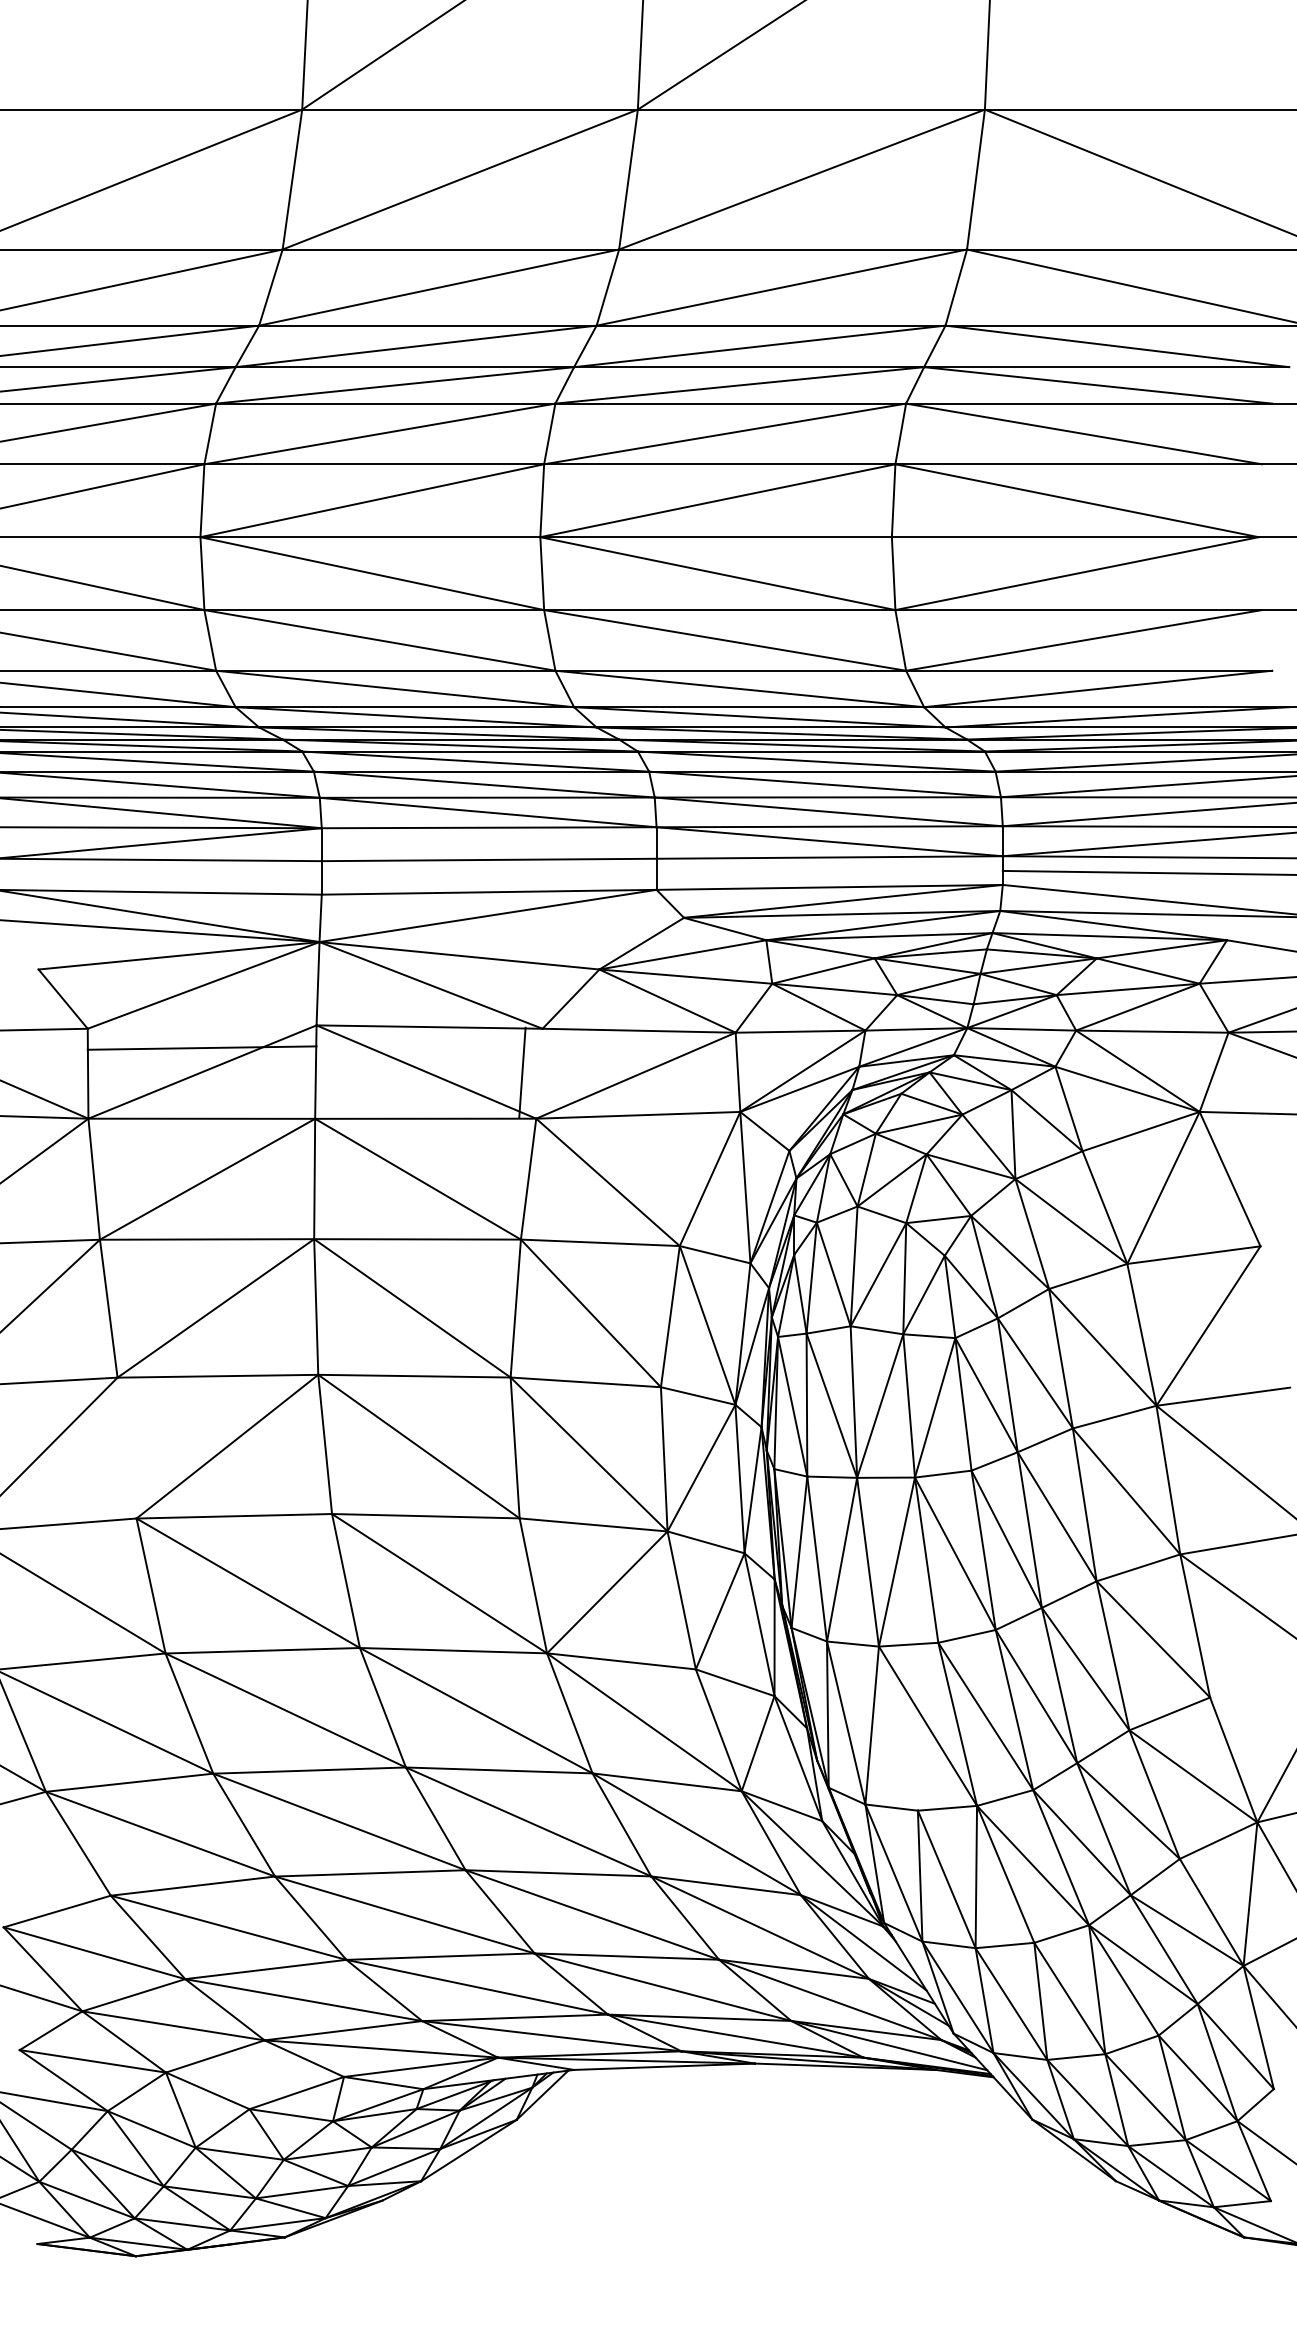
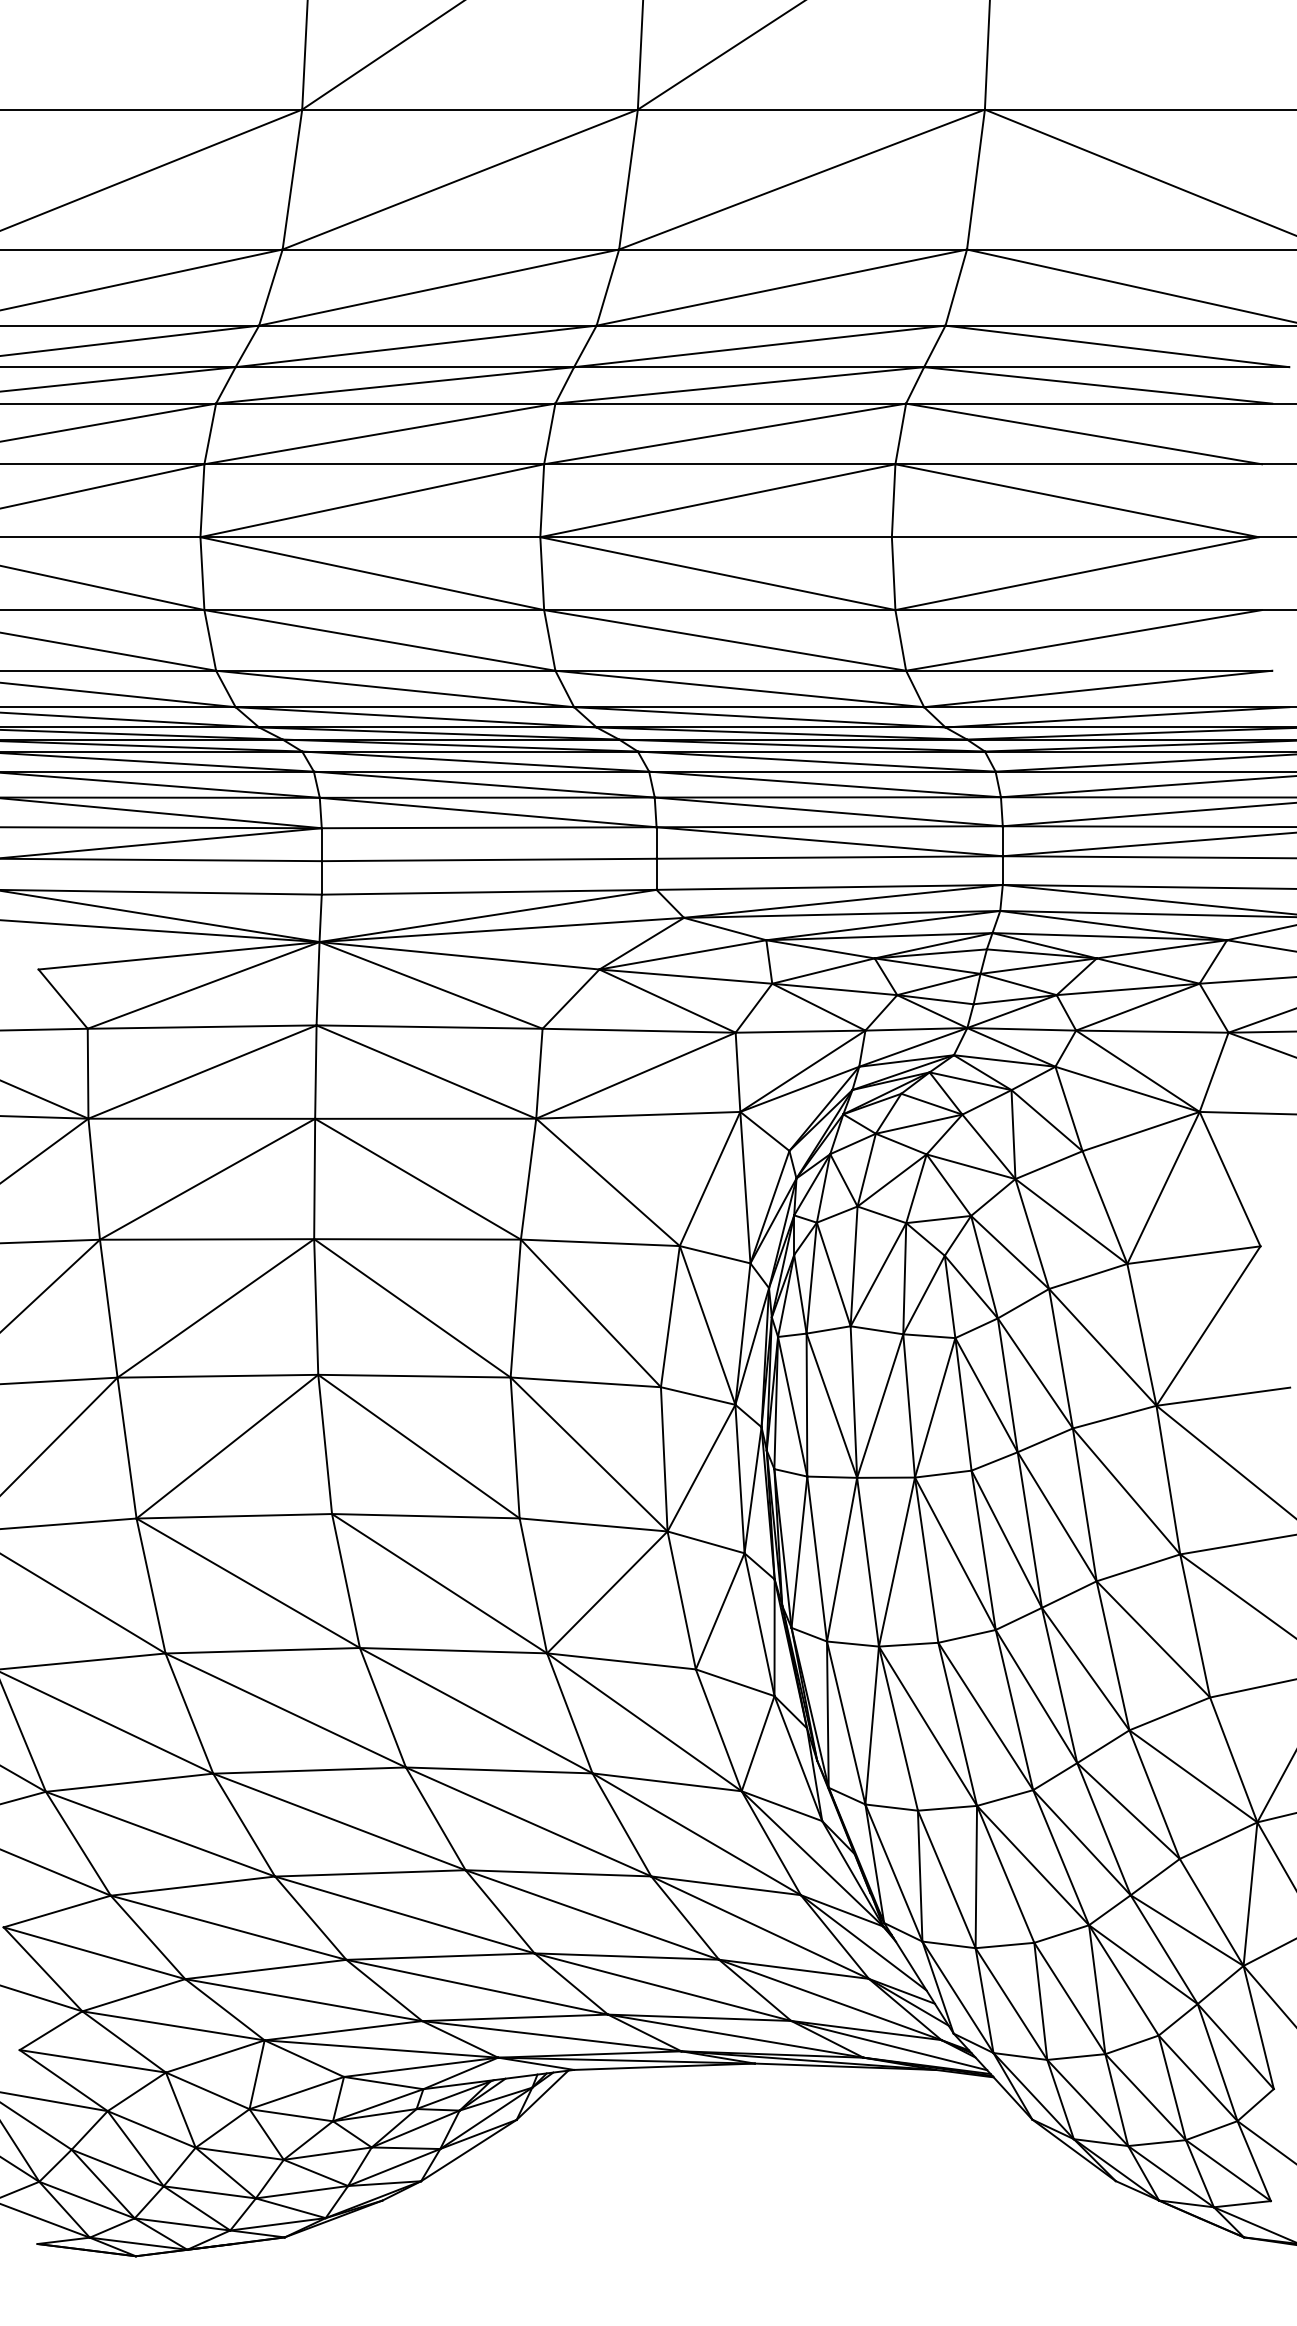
line at (1147, 872) position: (1147, 872) -> (1147, 886)
line at (501, 929): none -> present
line at (1259, 932): none -> present
line at (201, 1047) position: (201, 1047) -> (201, 1026)
line at (522, 1072) position: (522, 1072) -> (539, 1073)
line at (126, 1447): none -> present
line at (1251, 1688): none -> present
line at (897, 1728): none -> present
line at (56, 1872): none -> present
line at (256, 2074): none -> present
